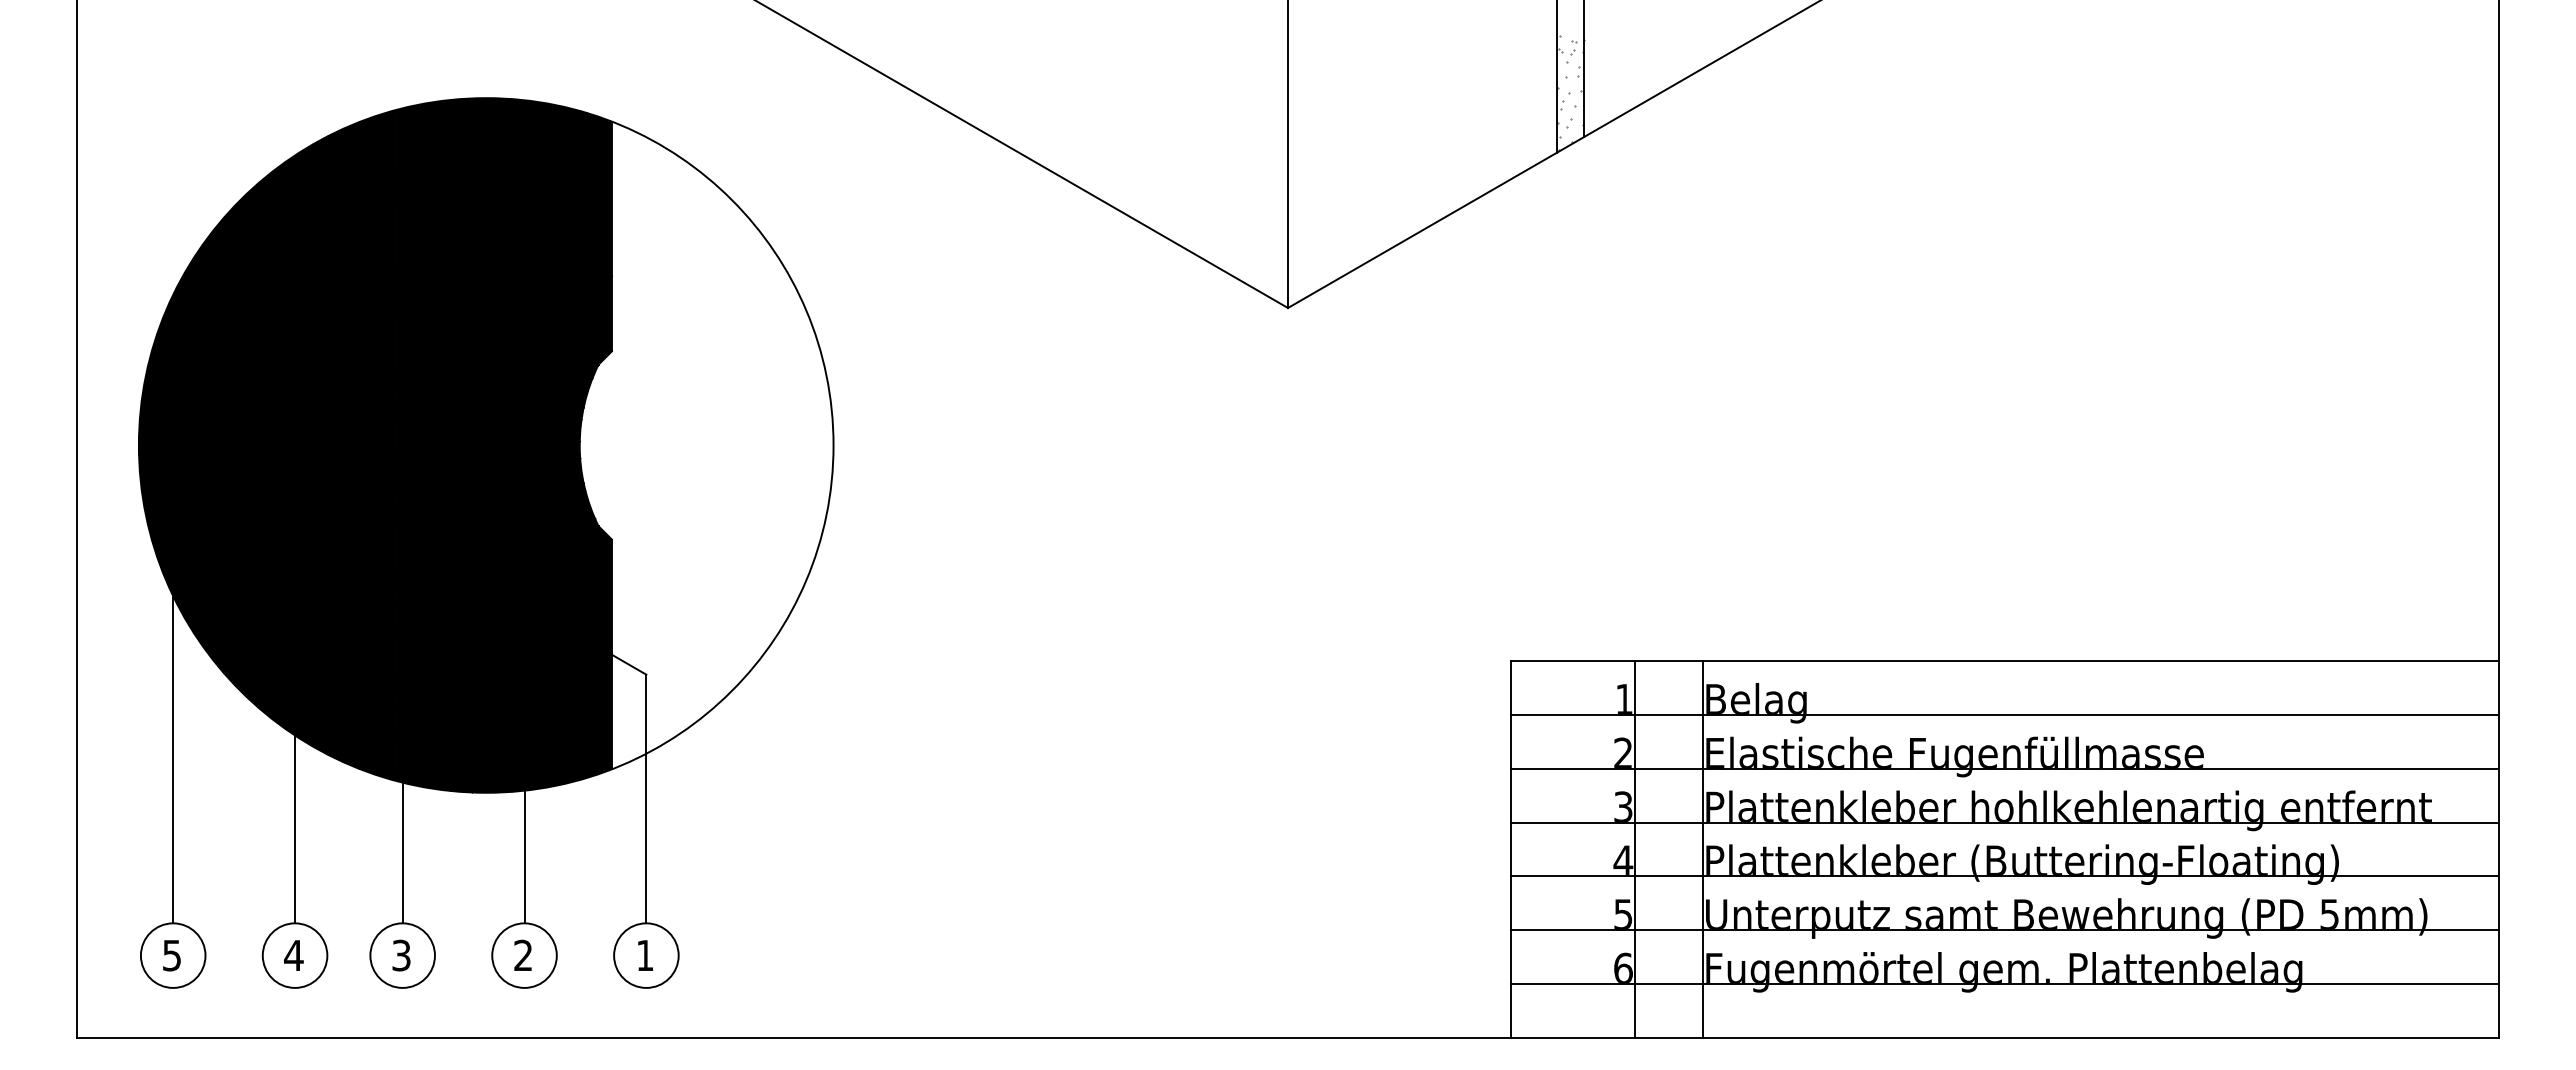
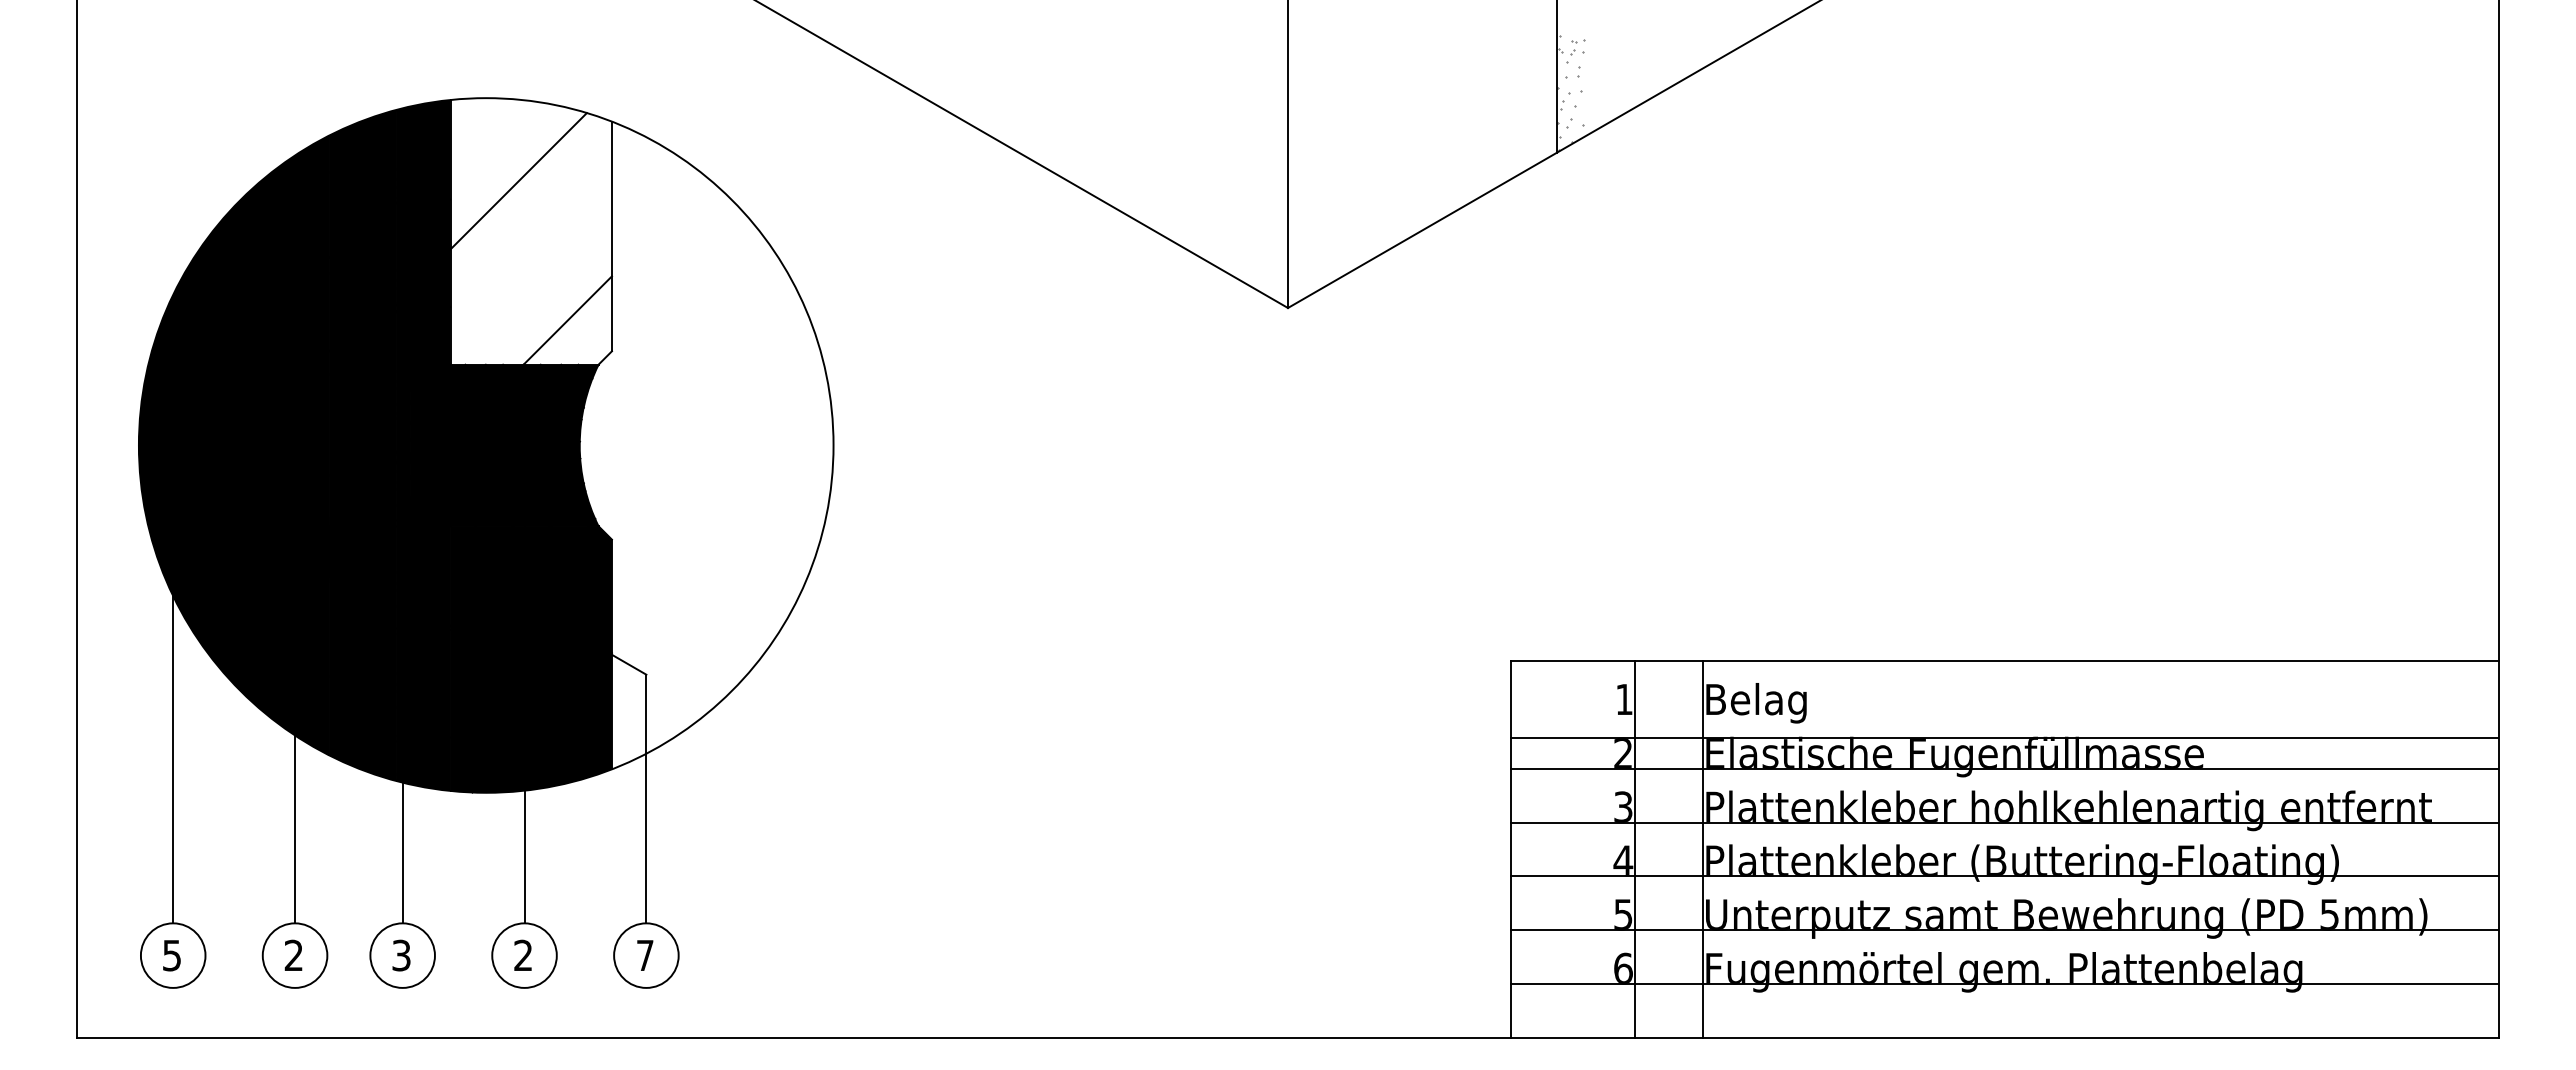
line at (1583, 69): present -> none
fill at (530, 231): present -> none
line at (2004, 714) position: (2004, 714) -> (2004, 737)
text at (293, 954): 4 -> 2
text at (645, 955): 1 -> 7
